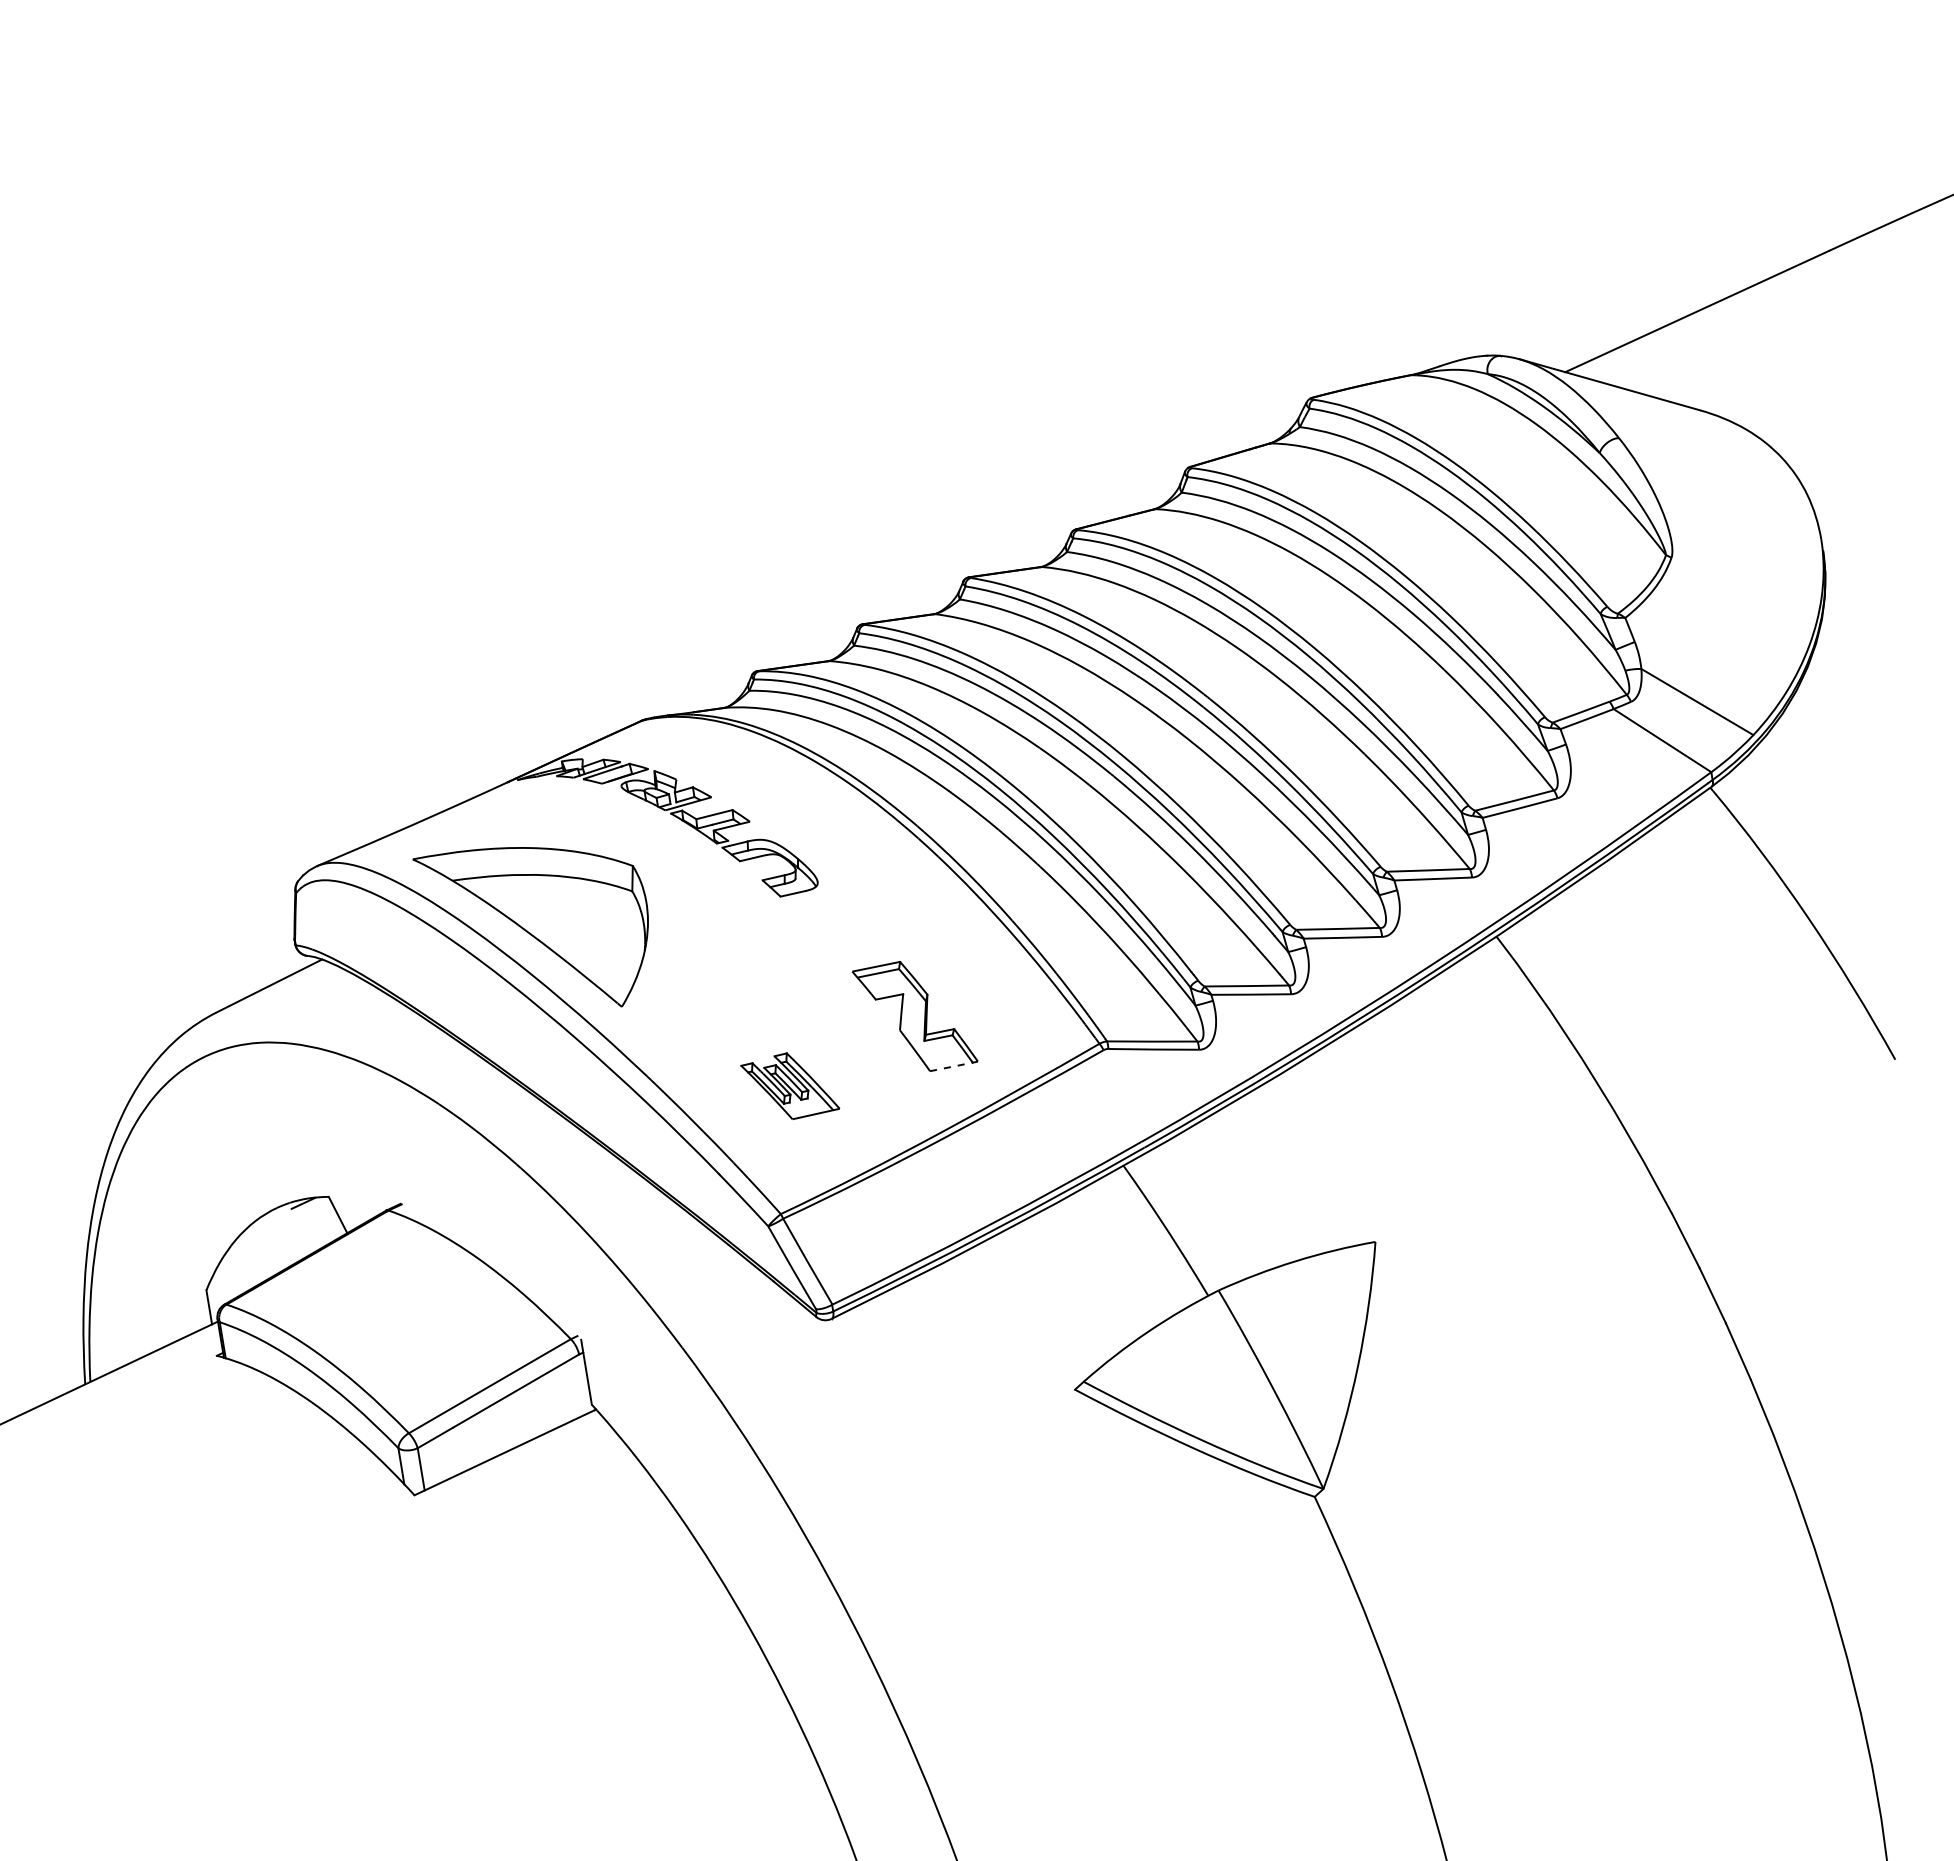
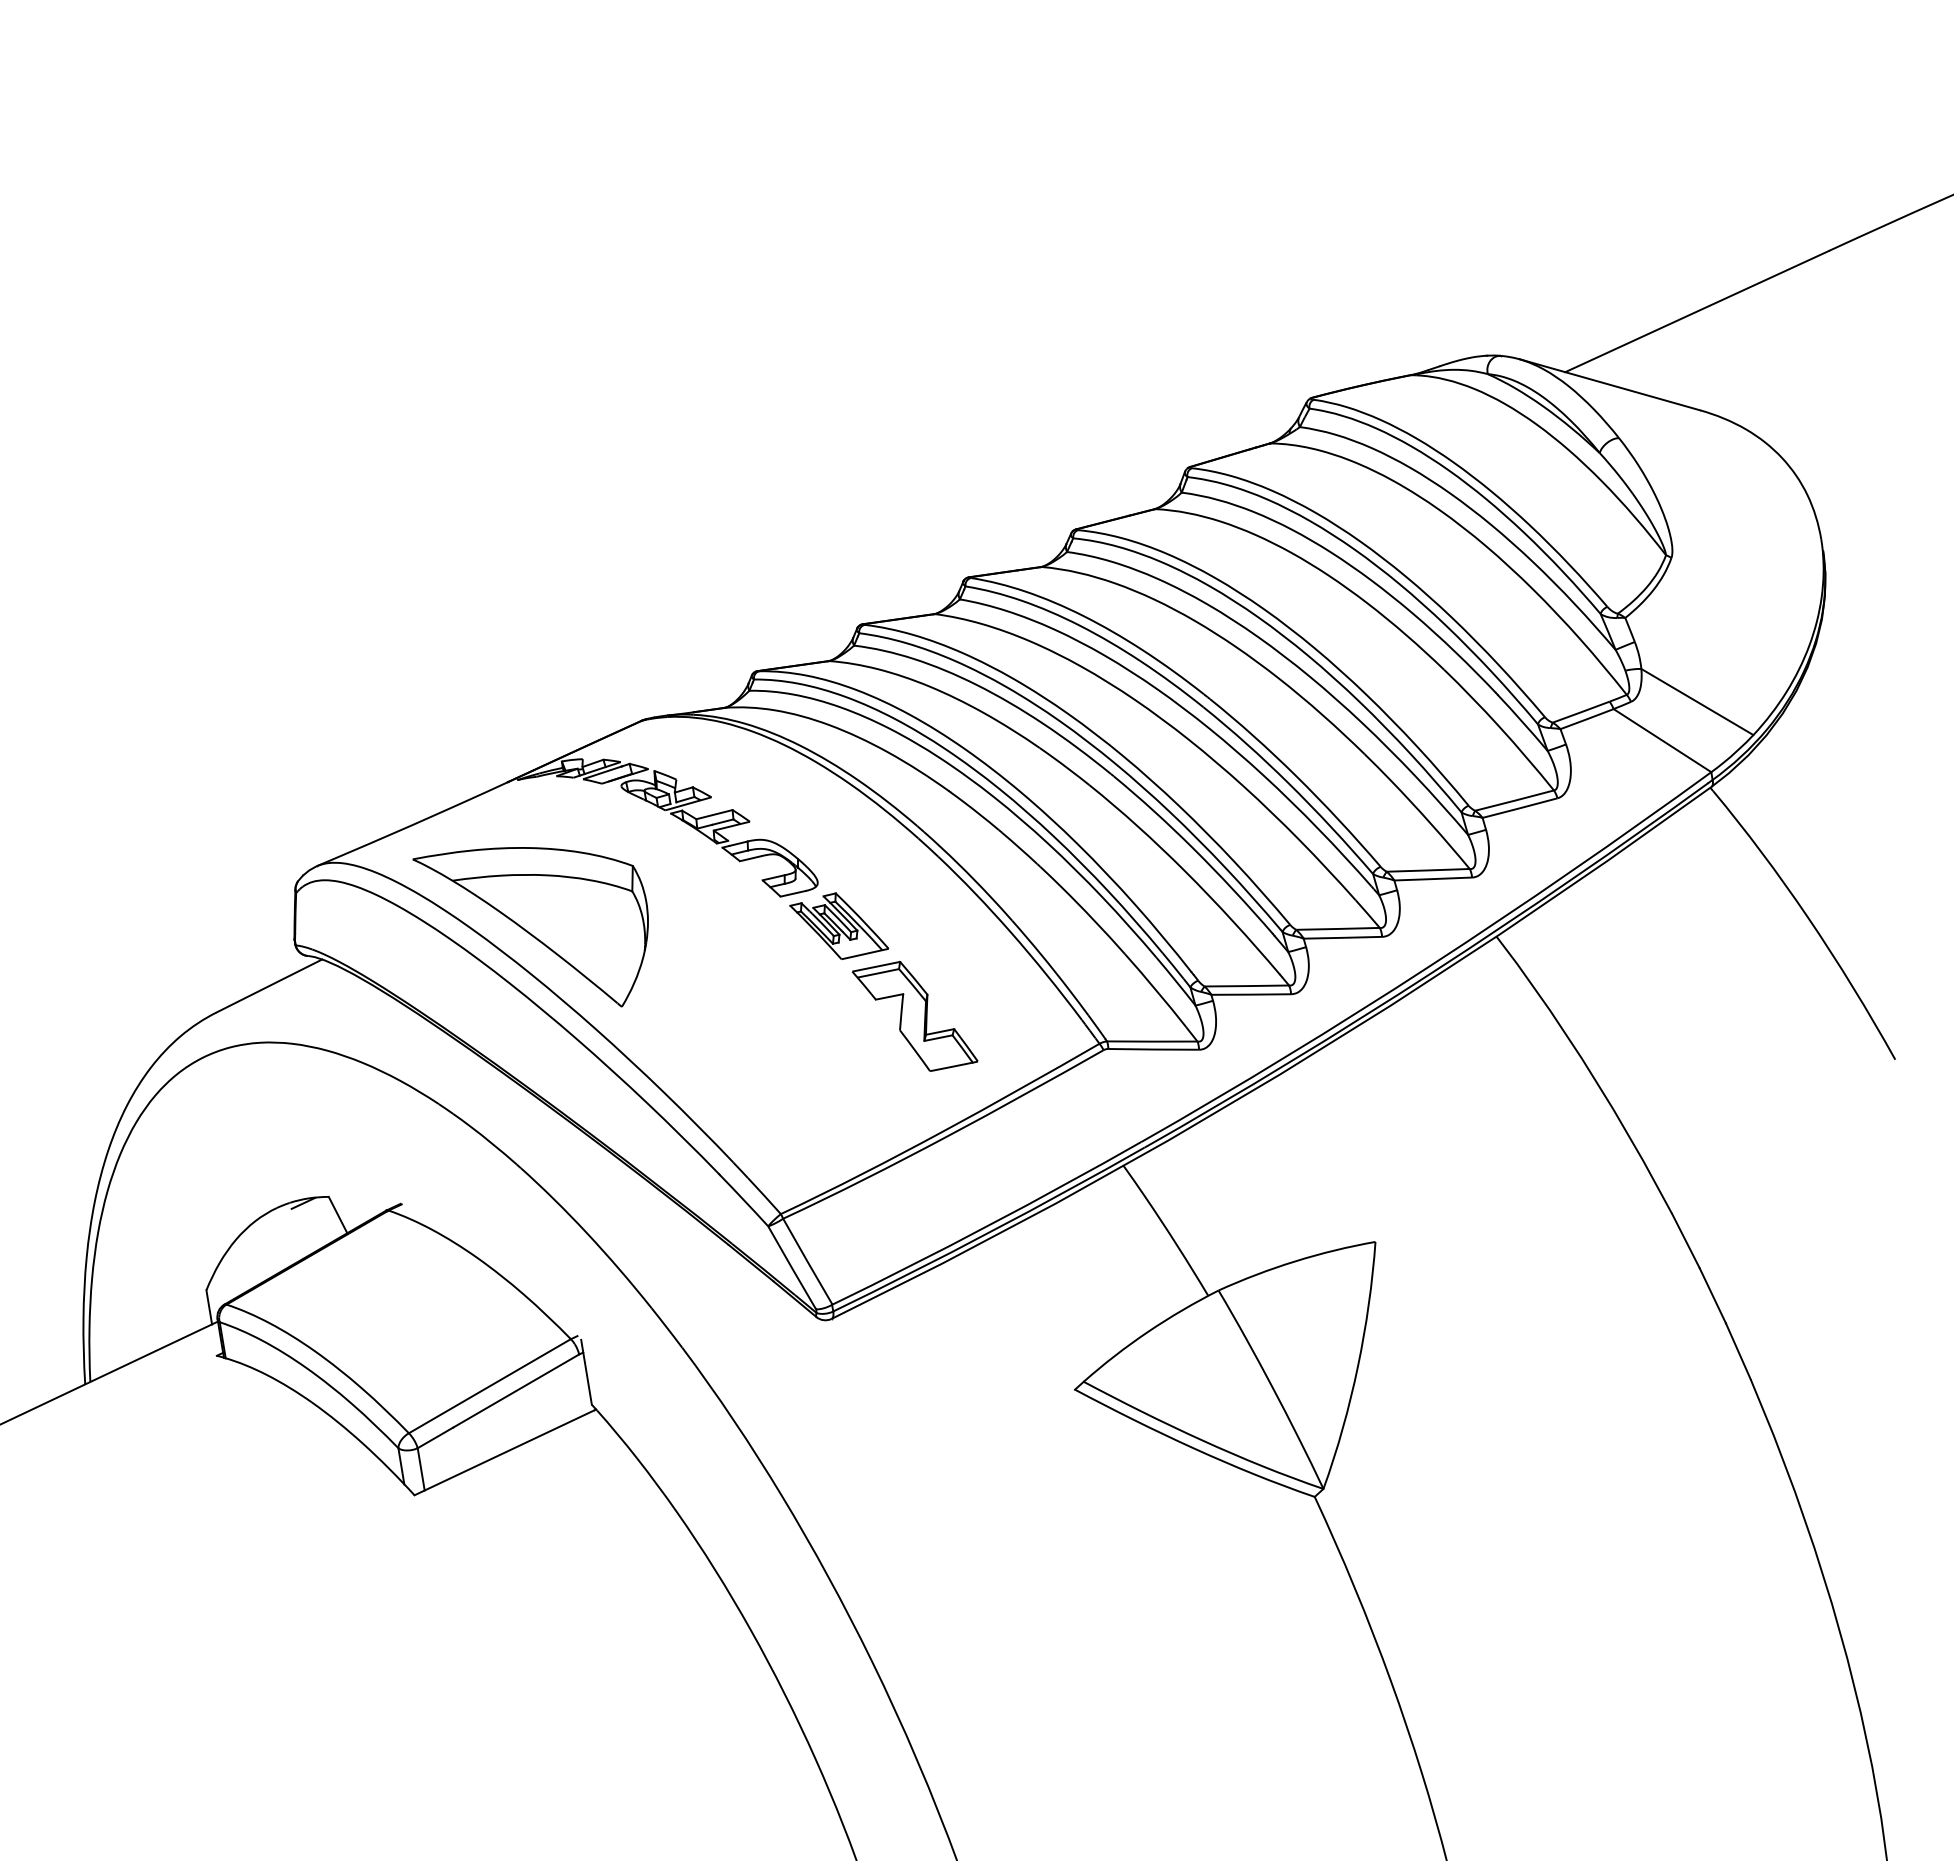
arc at (954, 1066): dashed -> solid
part at (790, 1085) position: (790, 1085) -> (839, 925)
